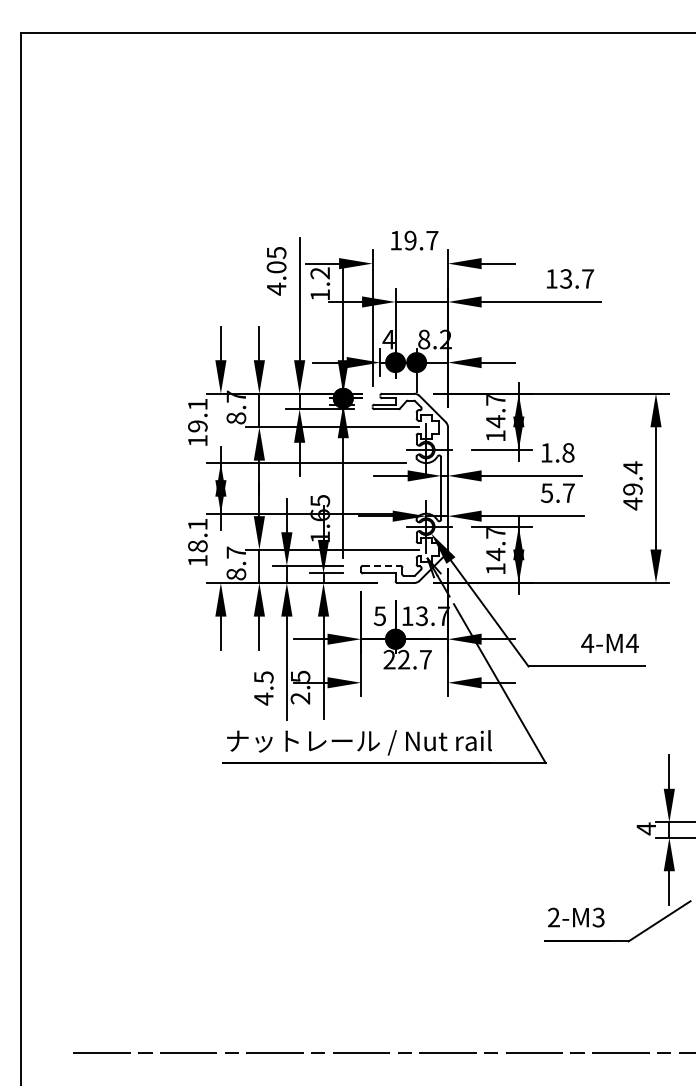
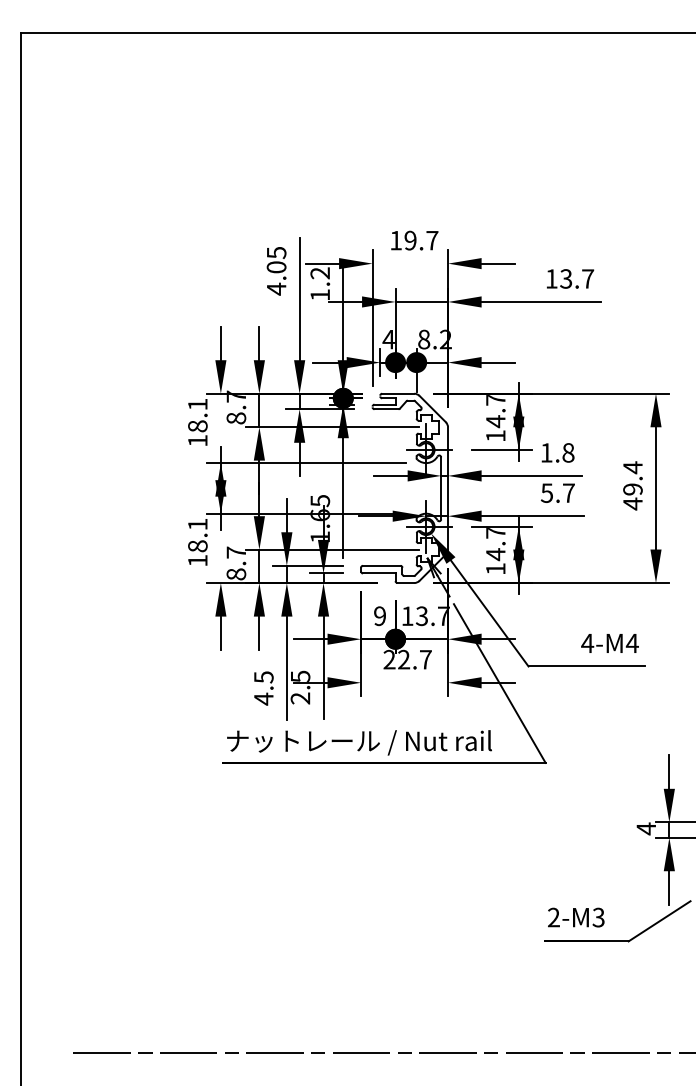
text at (197, 426): 19.1 -> 18.1
line at (381, 565): dashed -> solid
text at (379, 615): 5 -> 9
